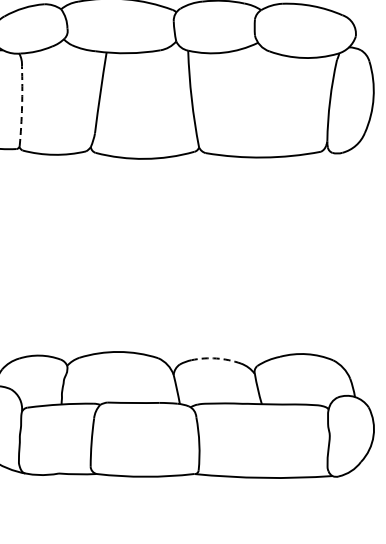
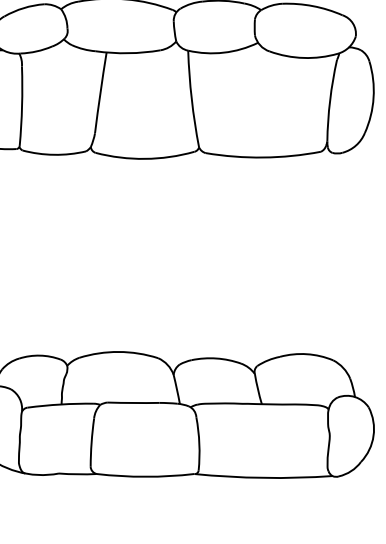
arc at (22, 106): dashed -> solid
arc at (216, 358): dashed -> solid
